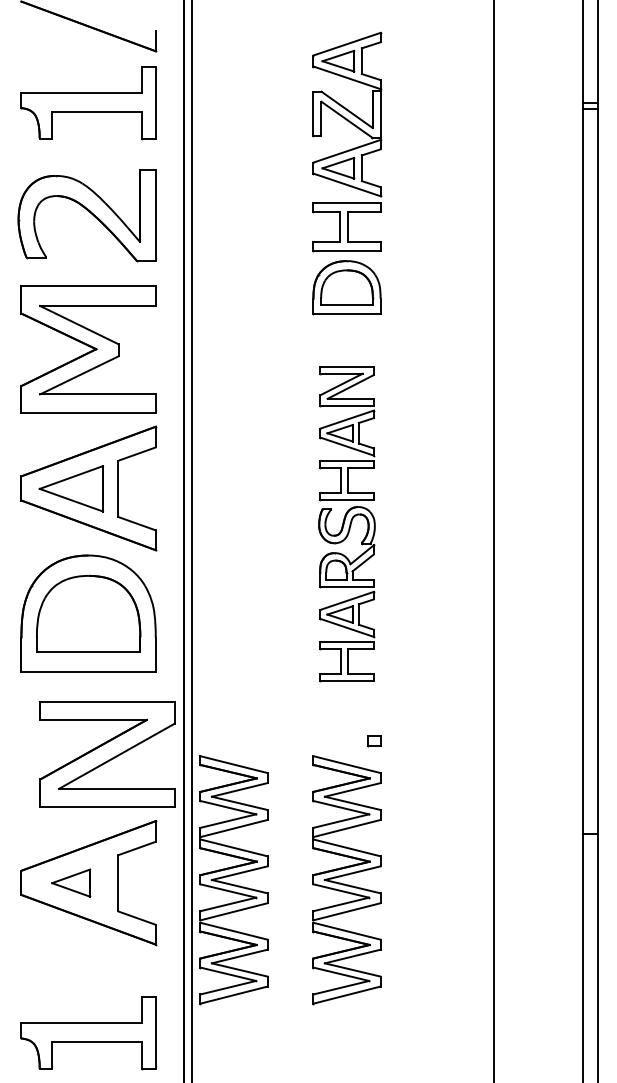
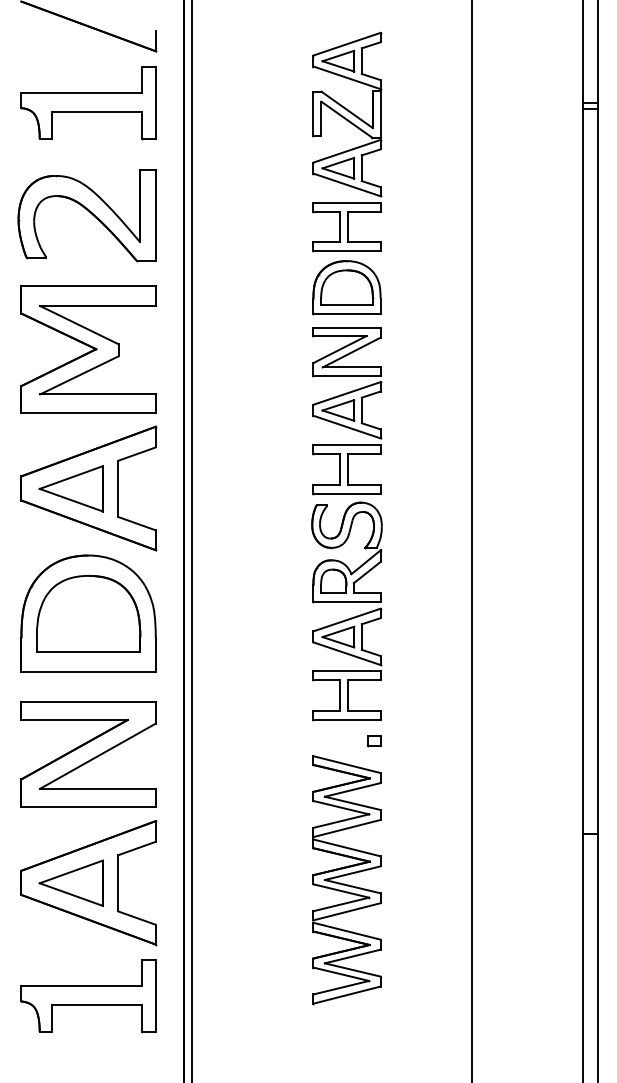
part at (346, 524) size: 58x317 px -> 72x395 px
line at (494, 540) position: (494, 540) -> (472, 540)
part at (107, 754) position: (107, 754) -> (88, 754)
part at (233, 880): present -> none
part at (71, 882) size: 41x30 px -> 66x48 px
part at (88, 1033) position: (88, 1033) -> (88, 996)
